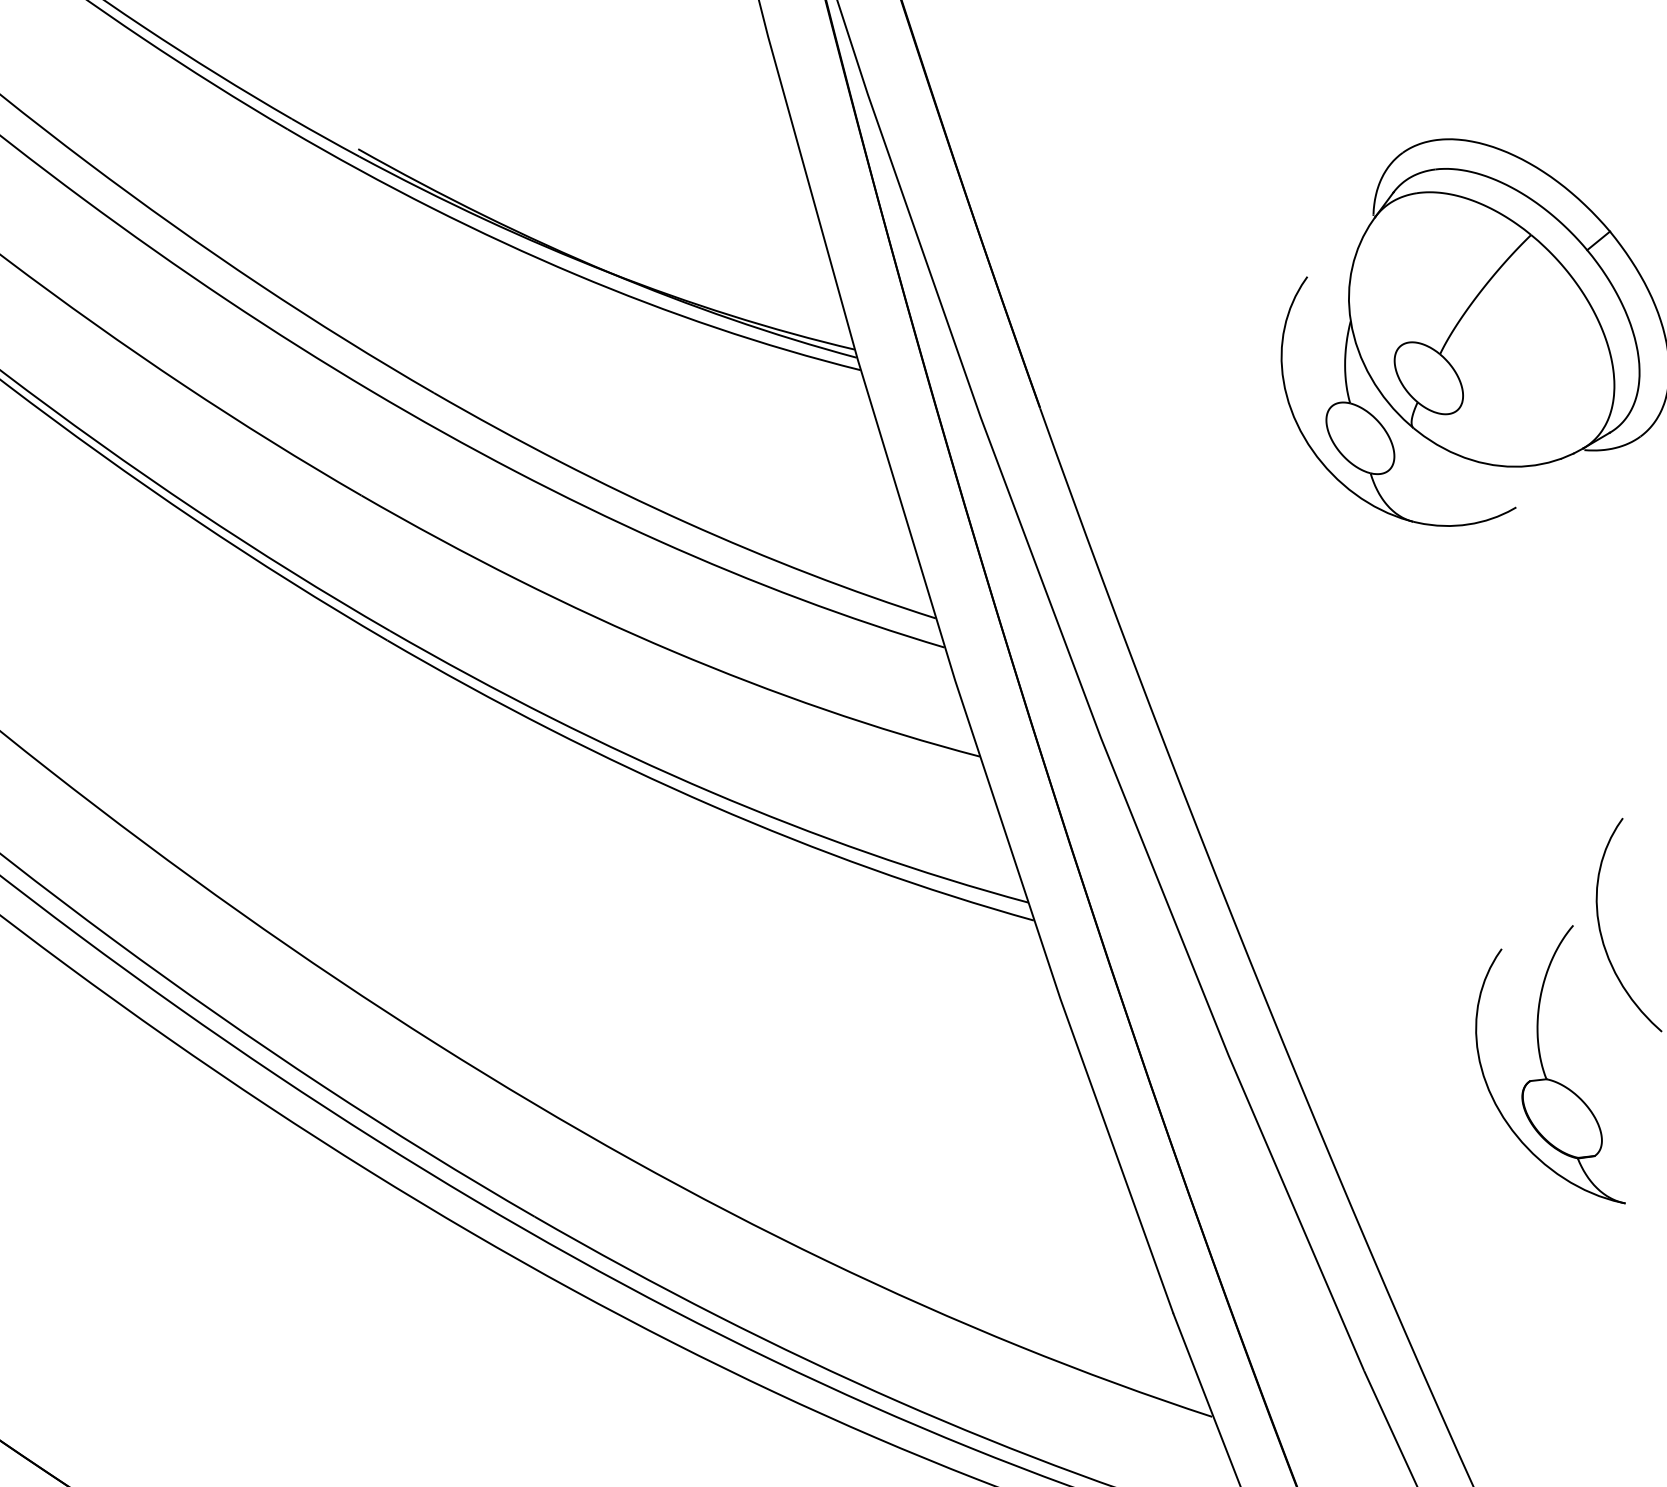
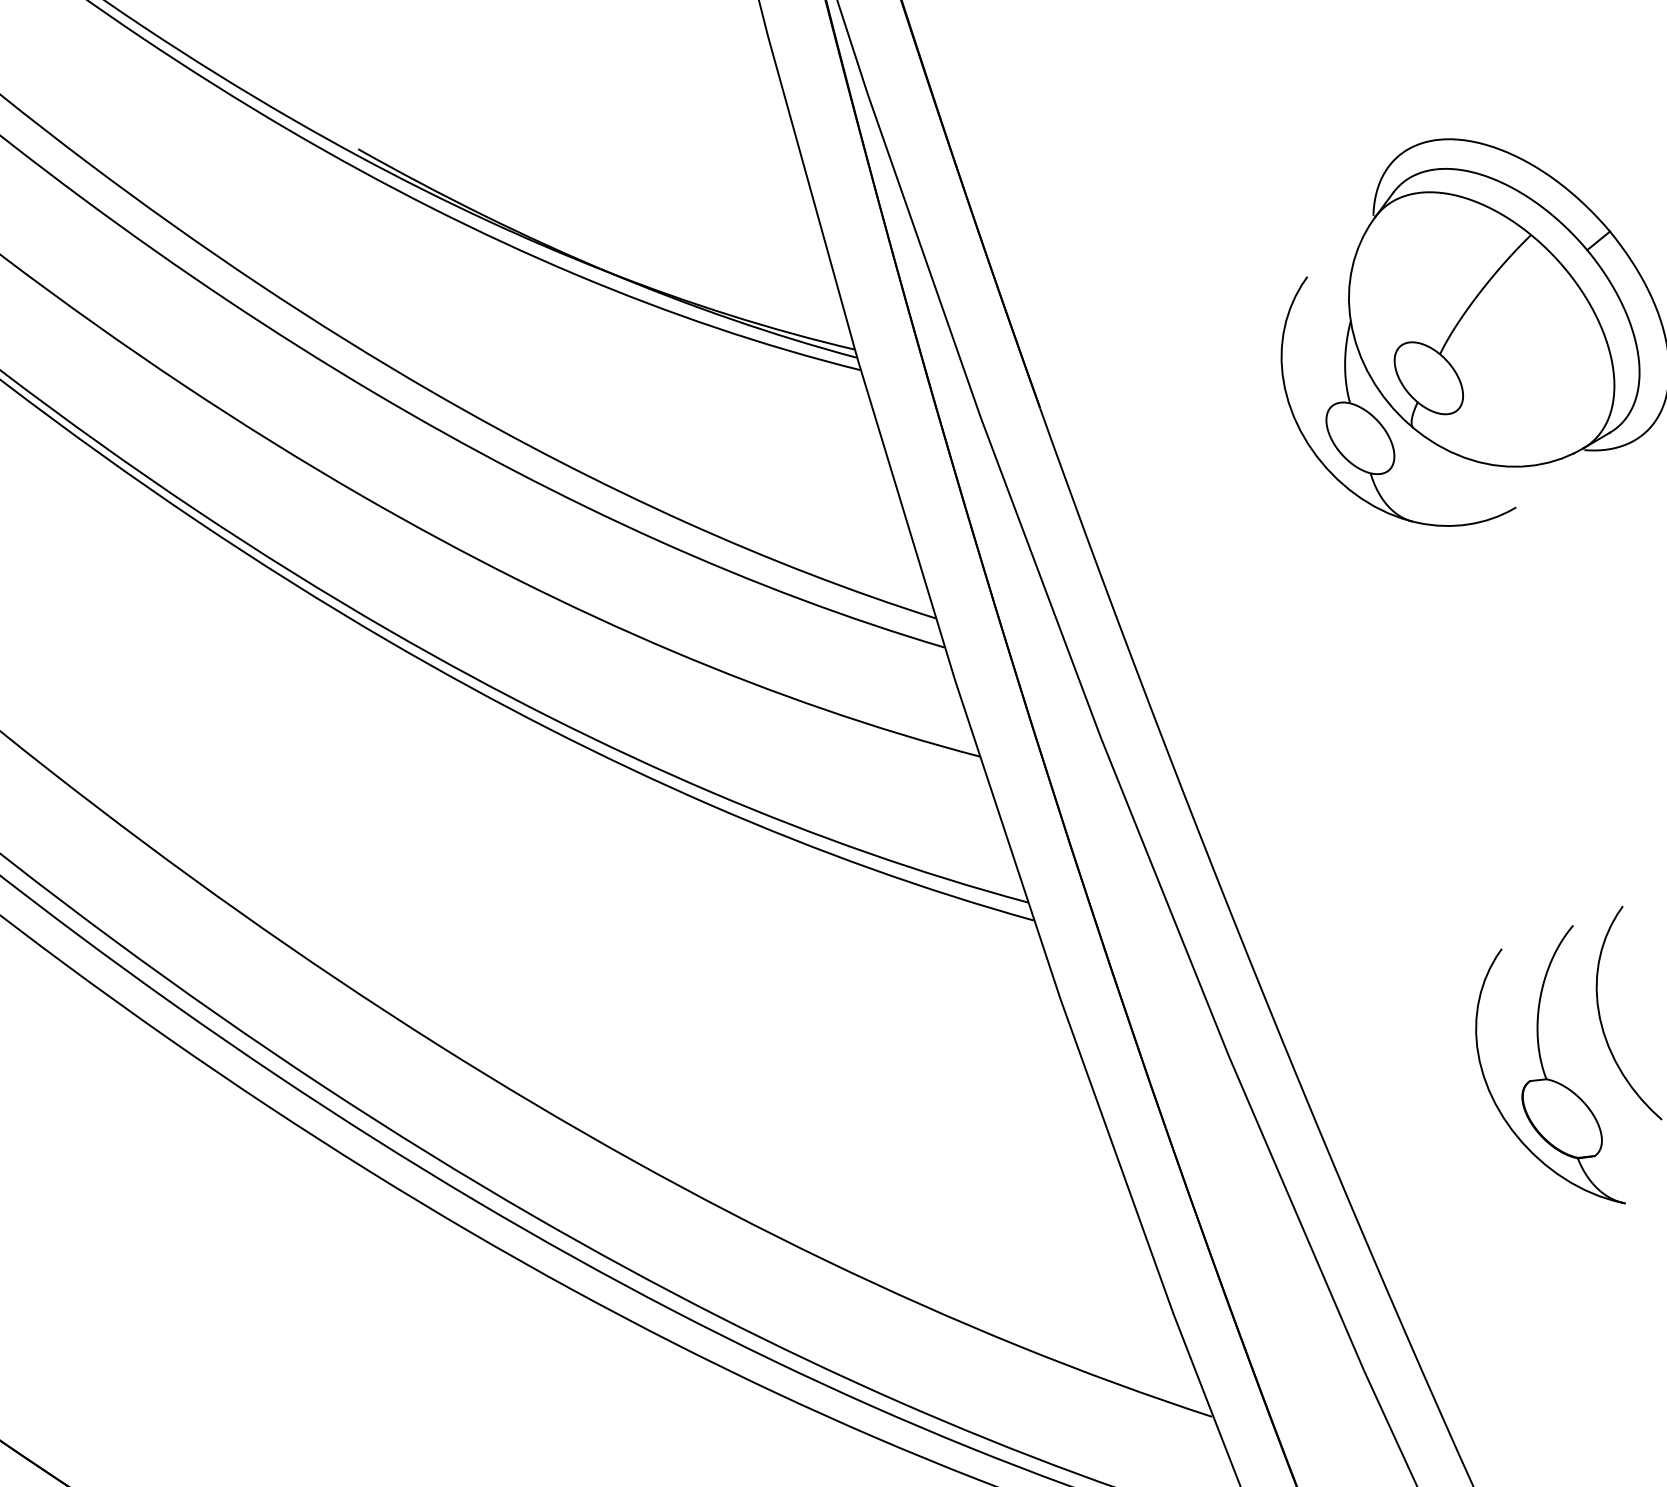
curve at (1601, 931) position: (1601, 931) -> (1601, 1019)
